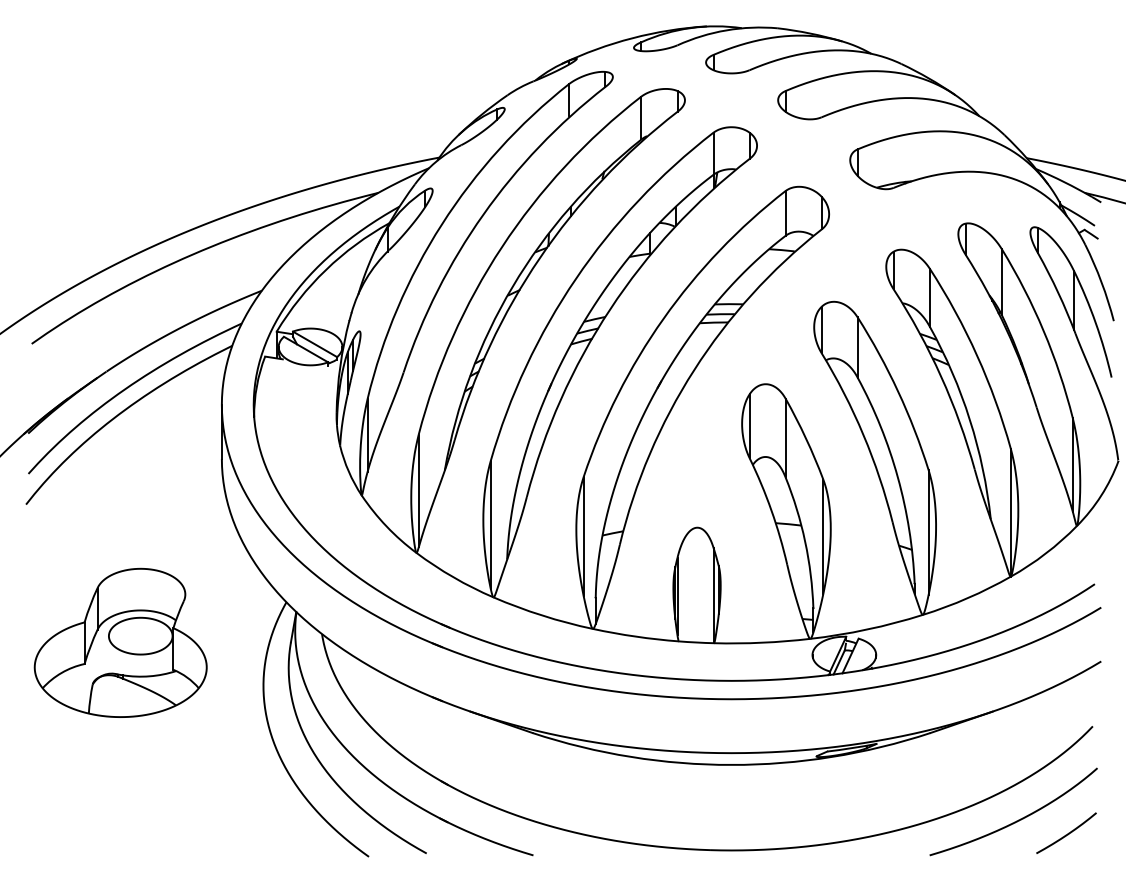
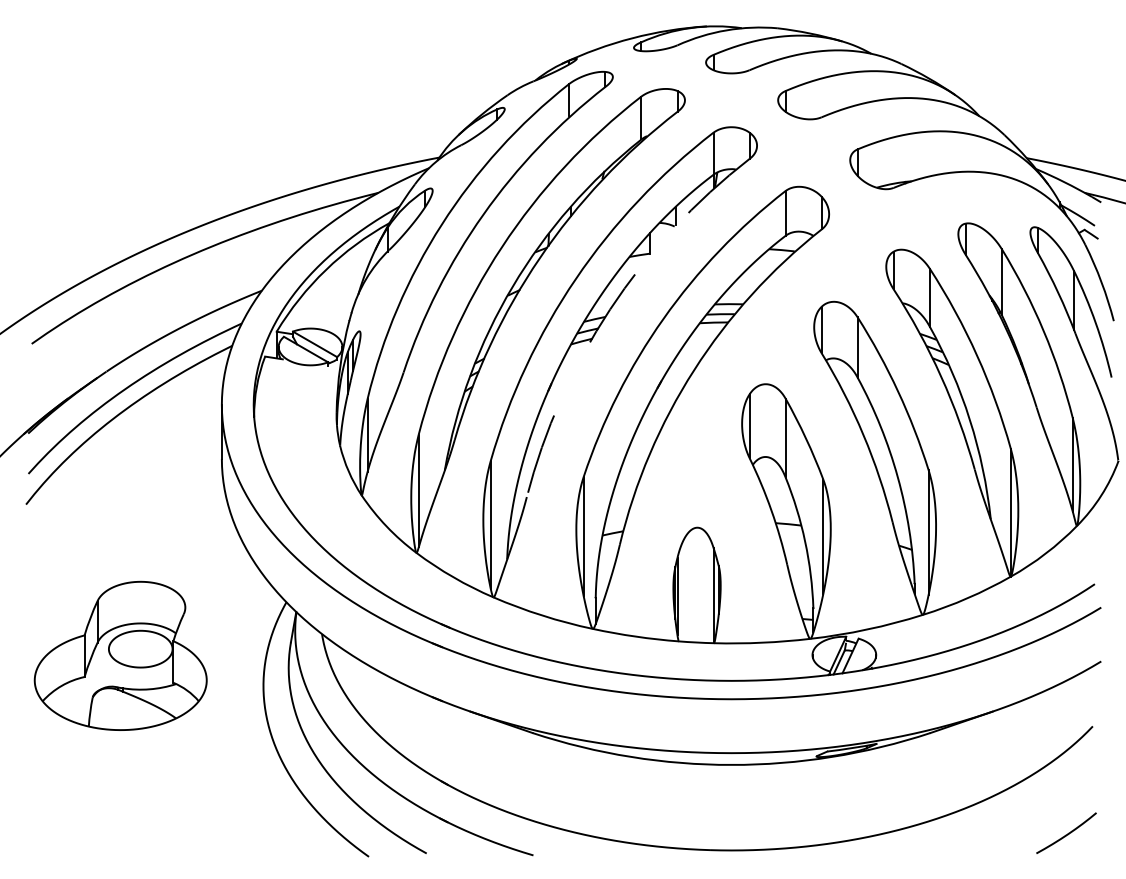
arc at (610, 309): solid -> dashed
part at (120, 642) position: (120, 642) -> (120, 655)
curve at (1018, 819): present -> none
